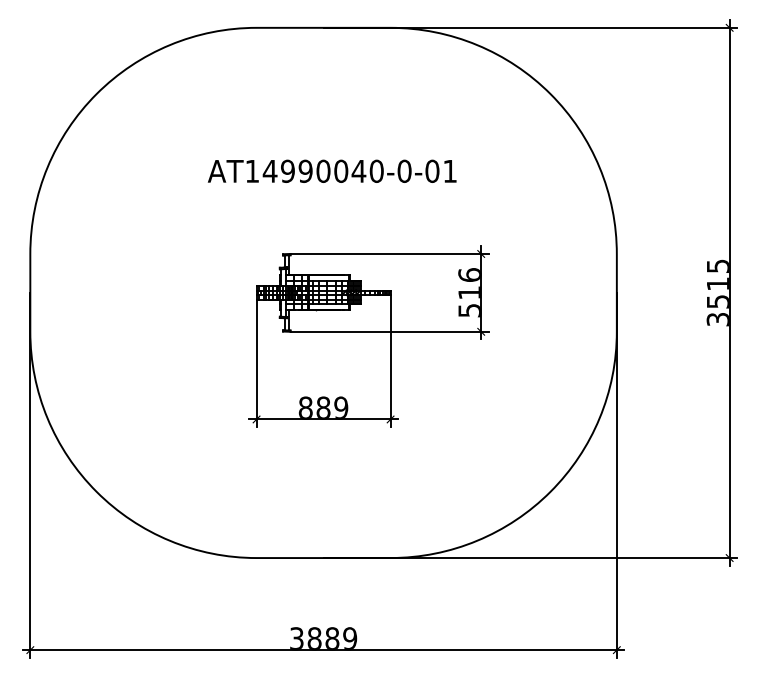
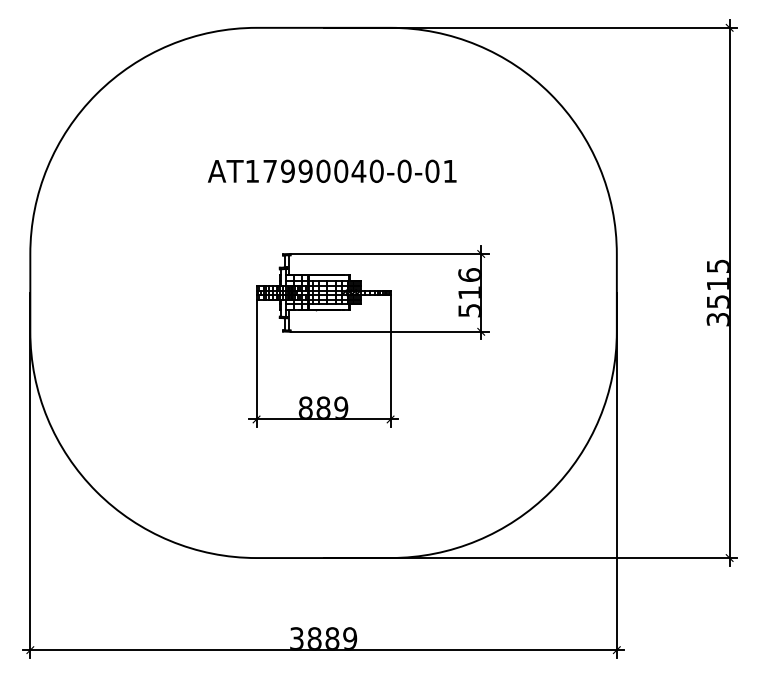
text at (269, 171): AT14990040-0-01 -> AT17990040-0-01
